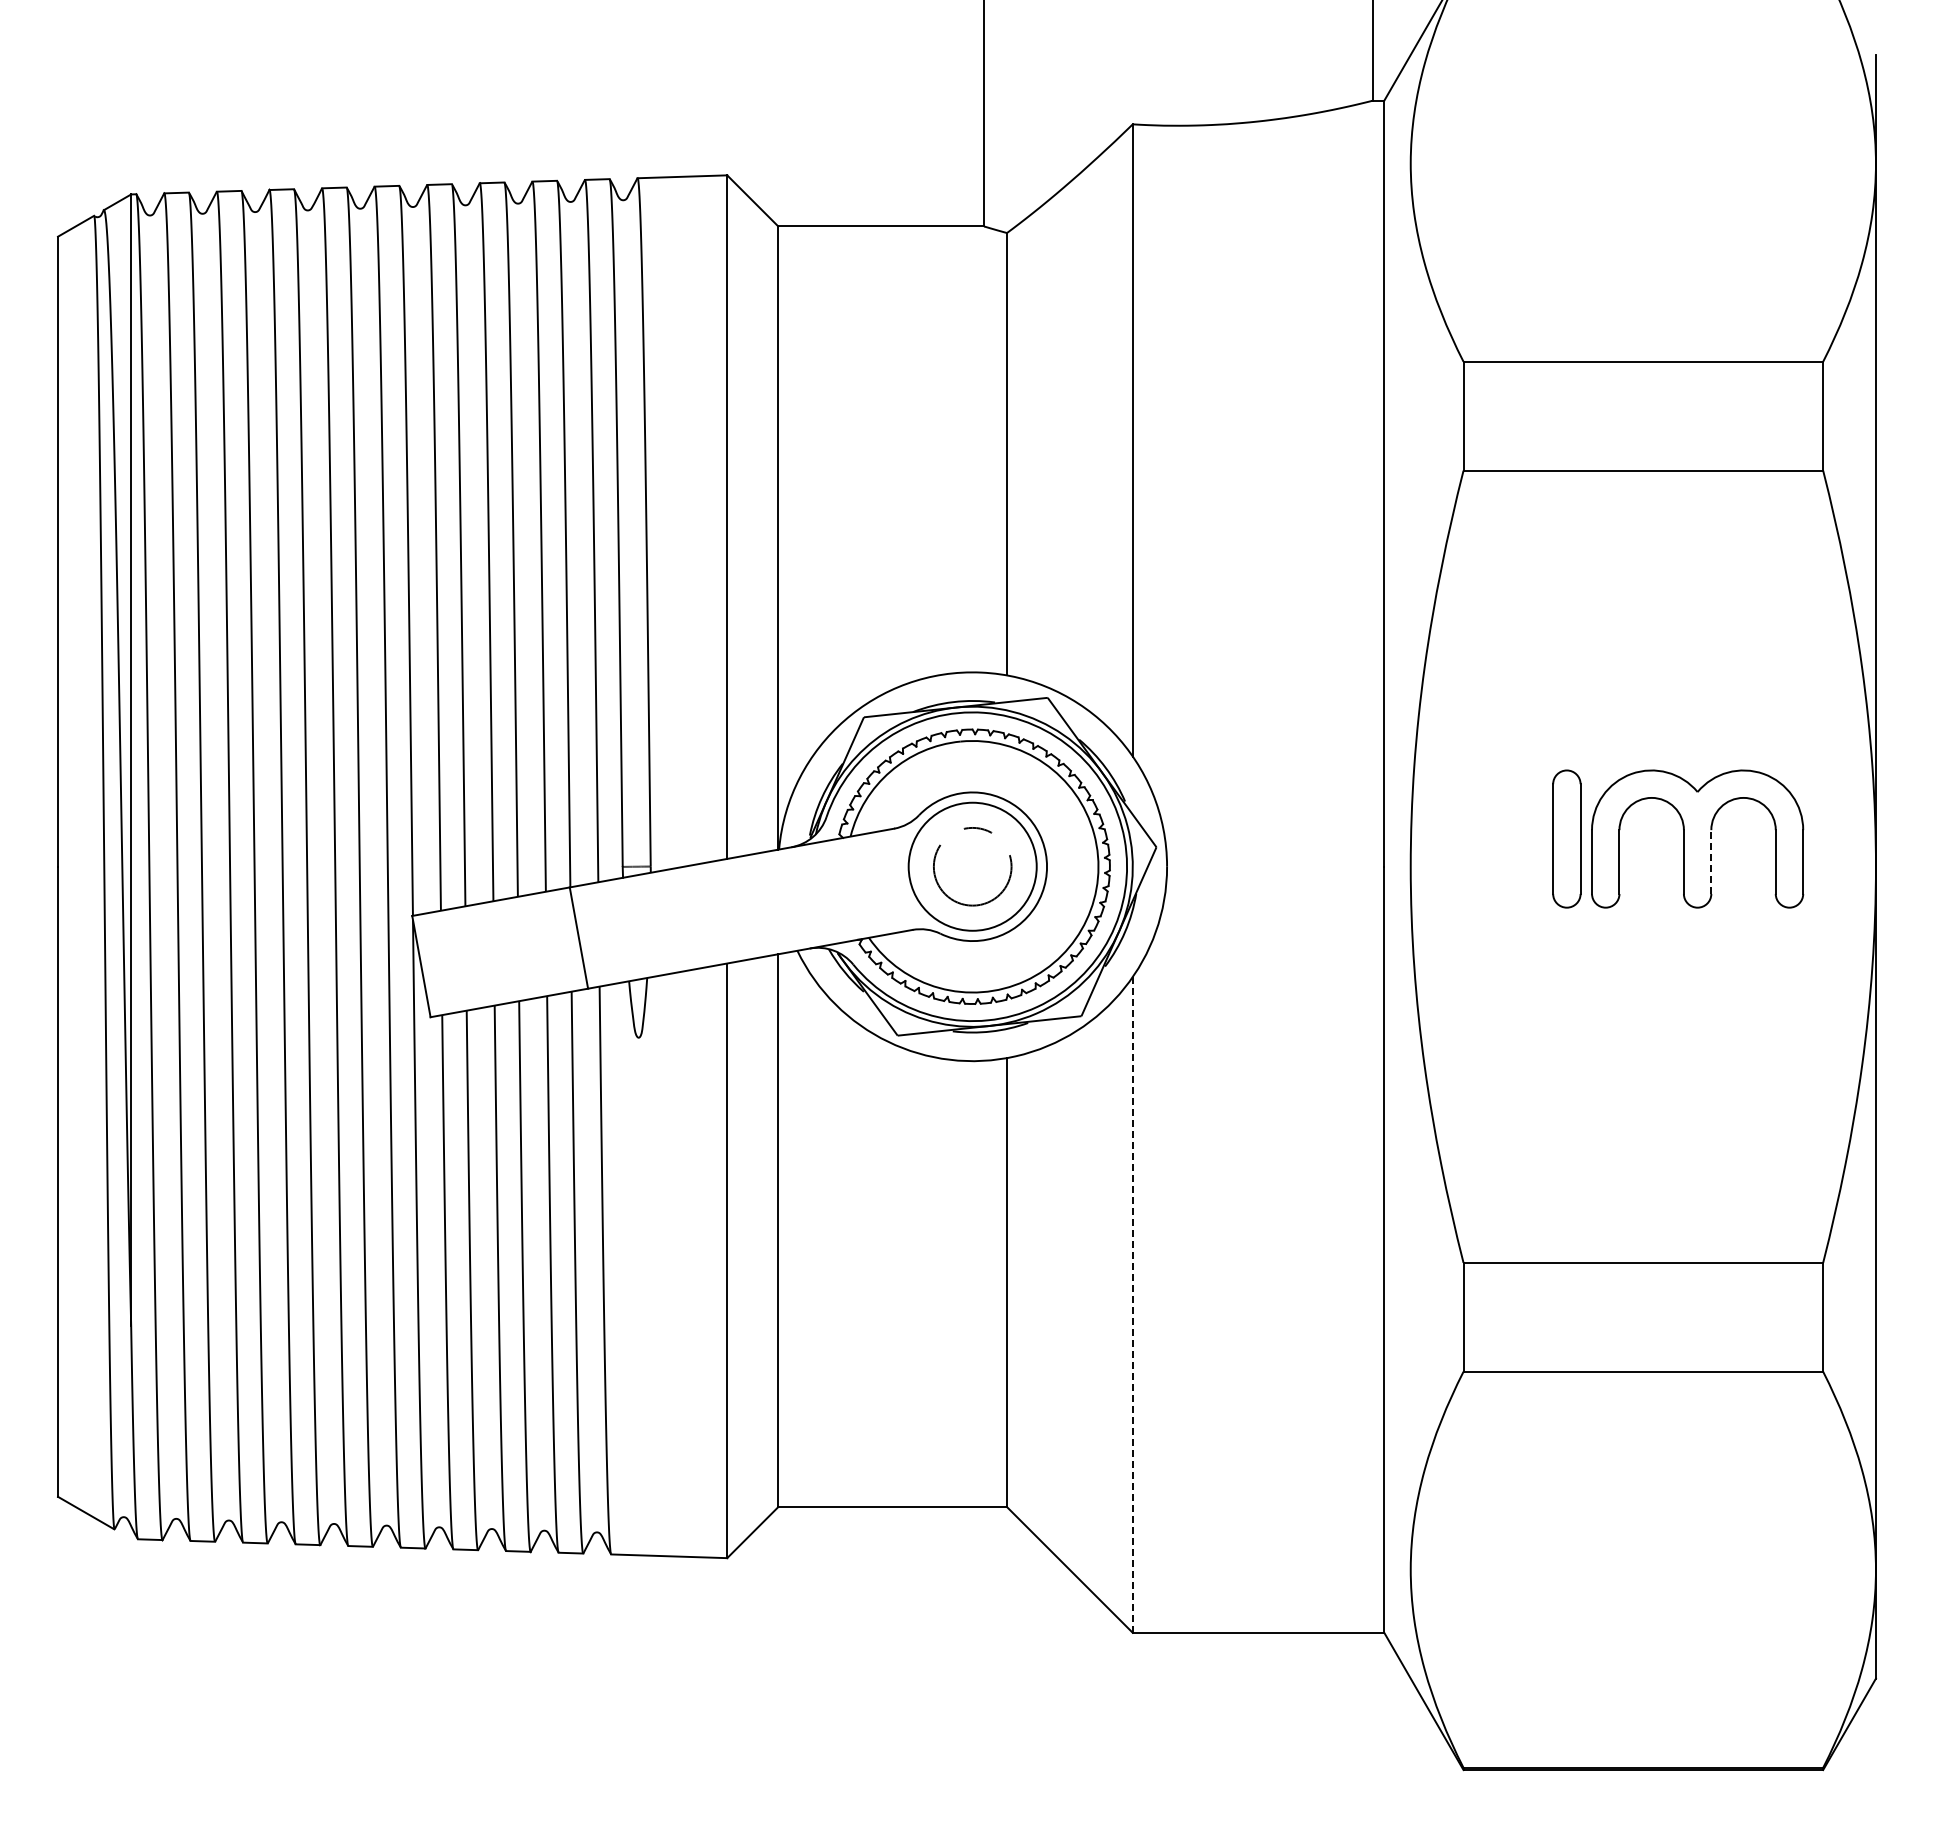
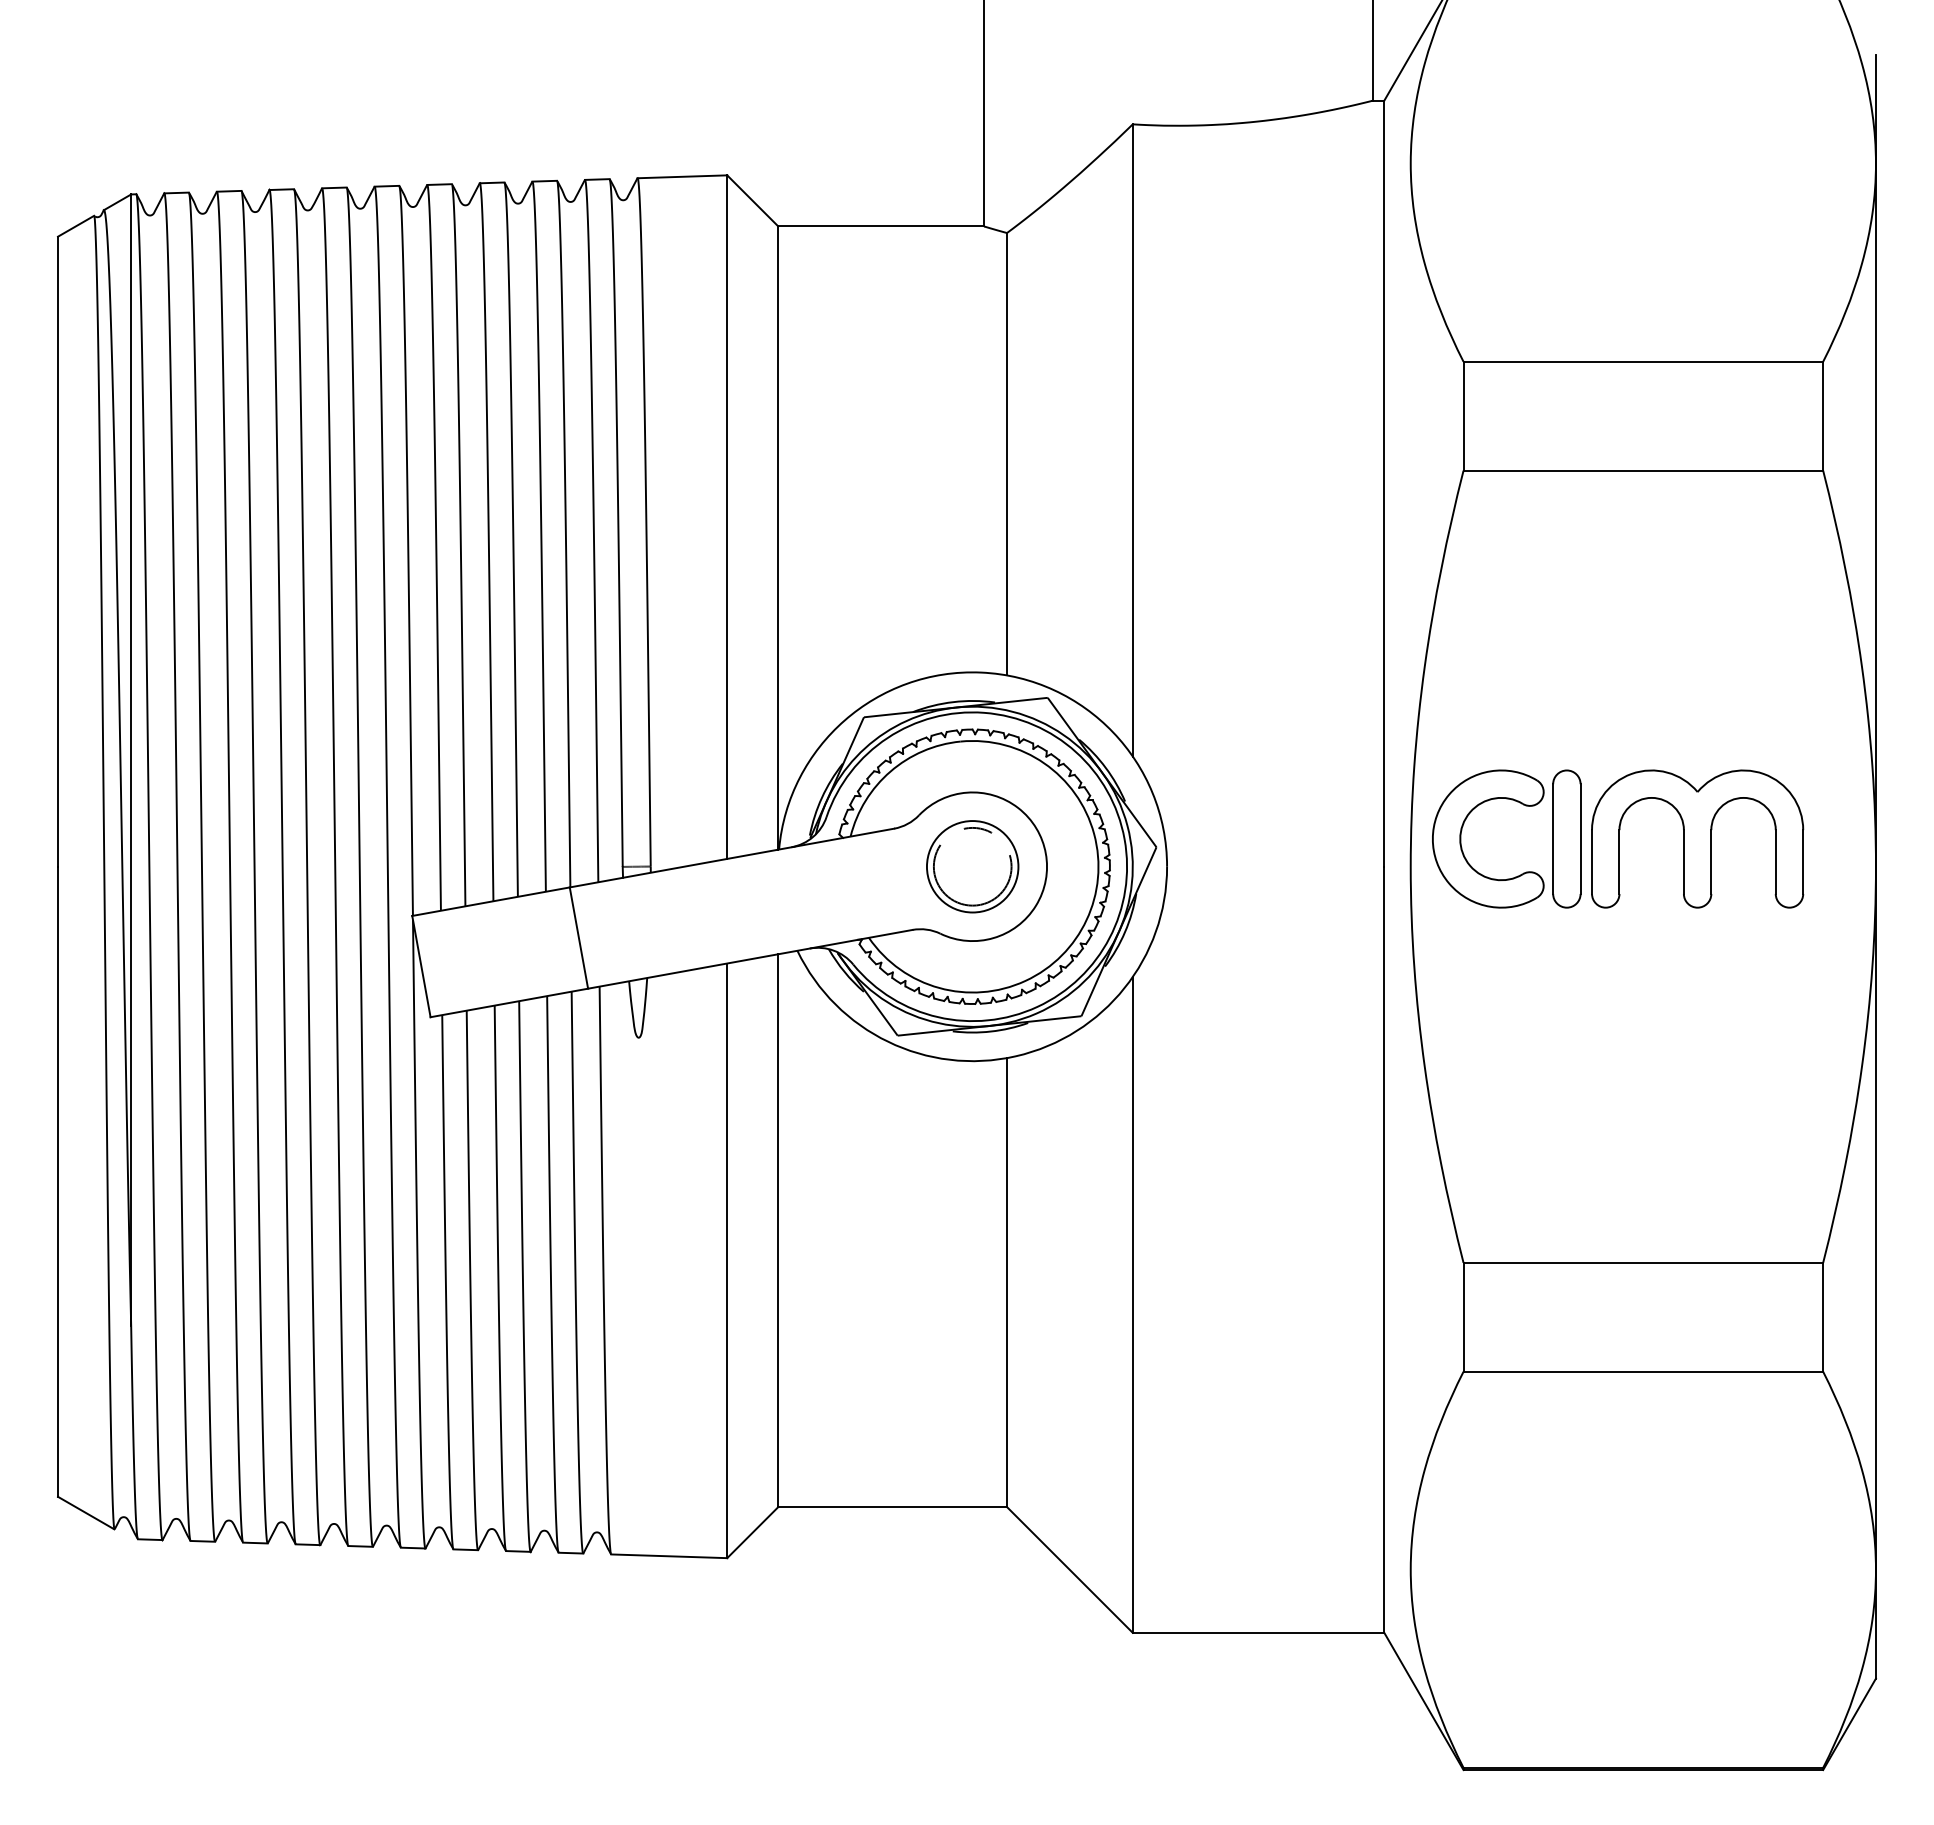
part at (1461, 838): none -> present
line at (1711, 862): dashed -> solid
circle at (972, 866) diameter: 128 px -> 91 px
line at (1132, 1304): dashed -> solid
